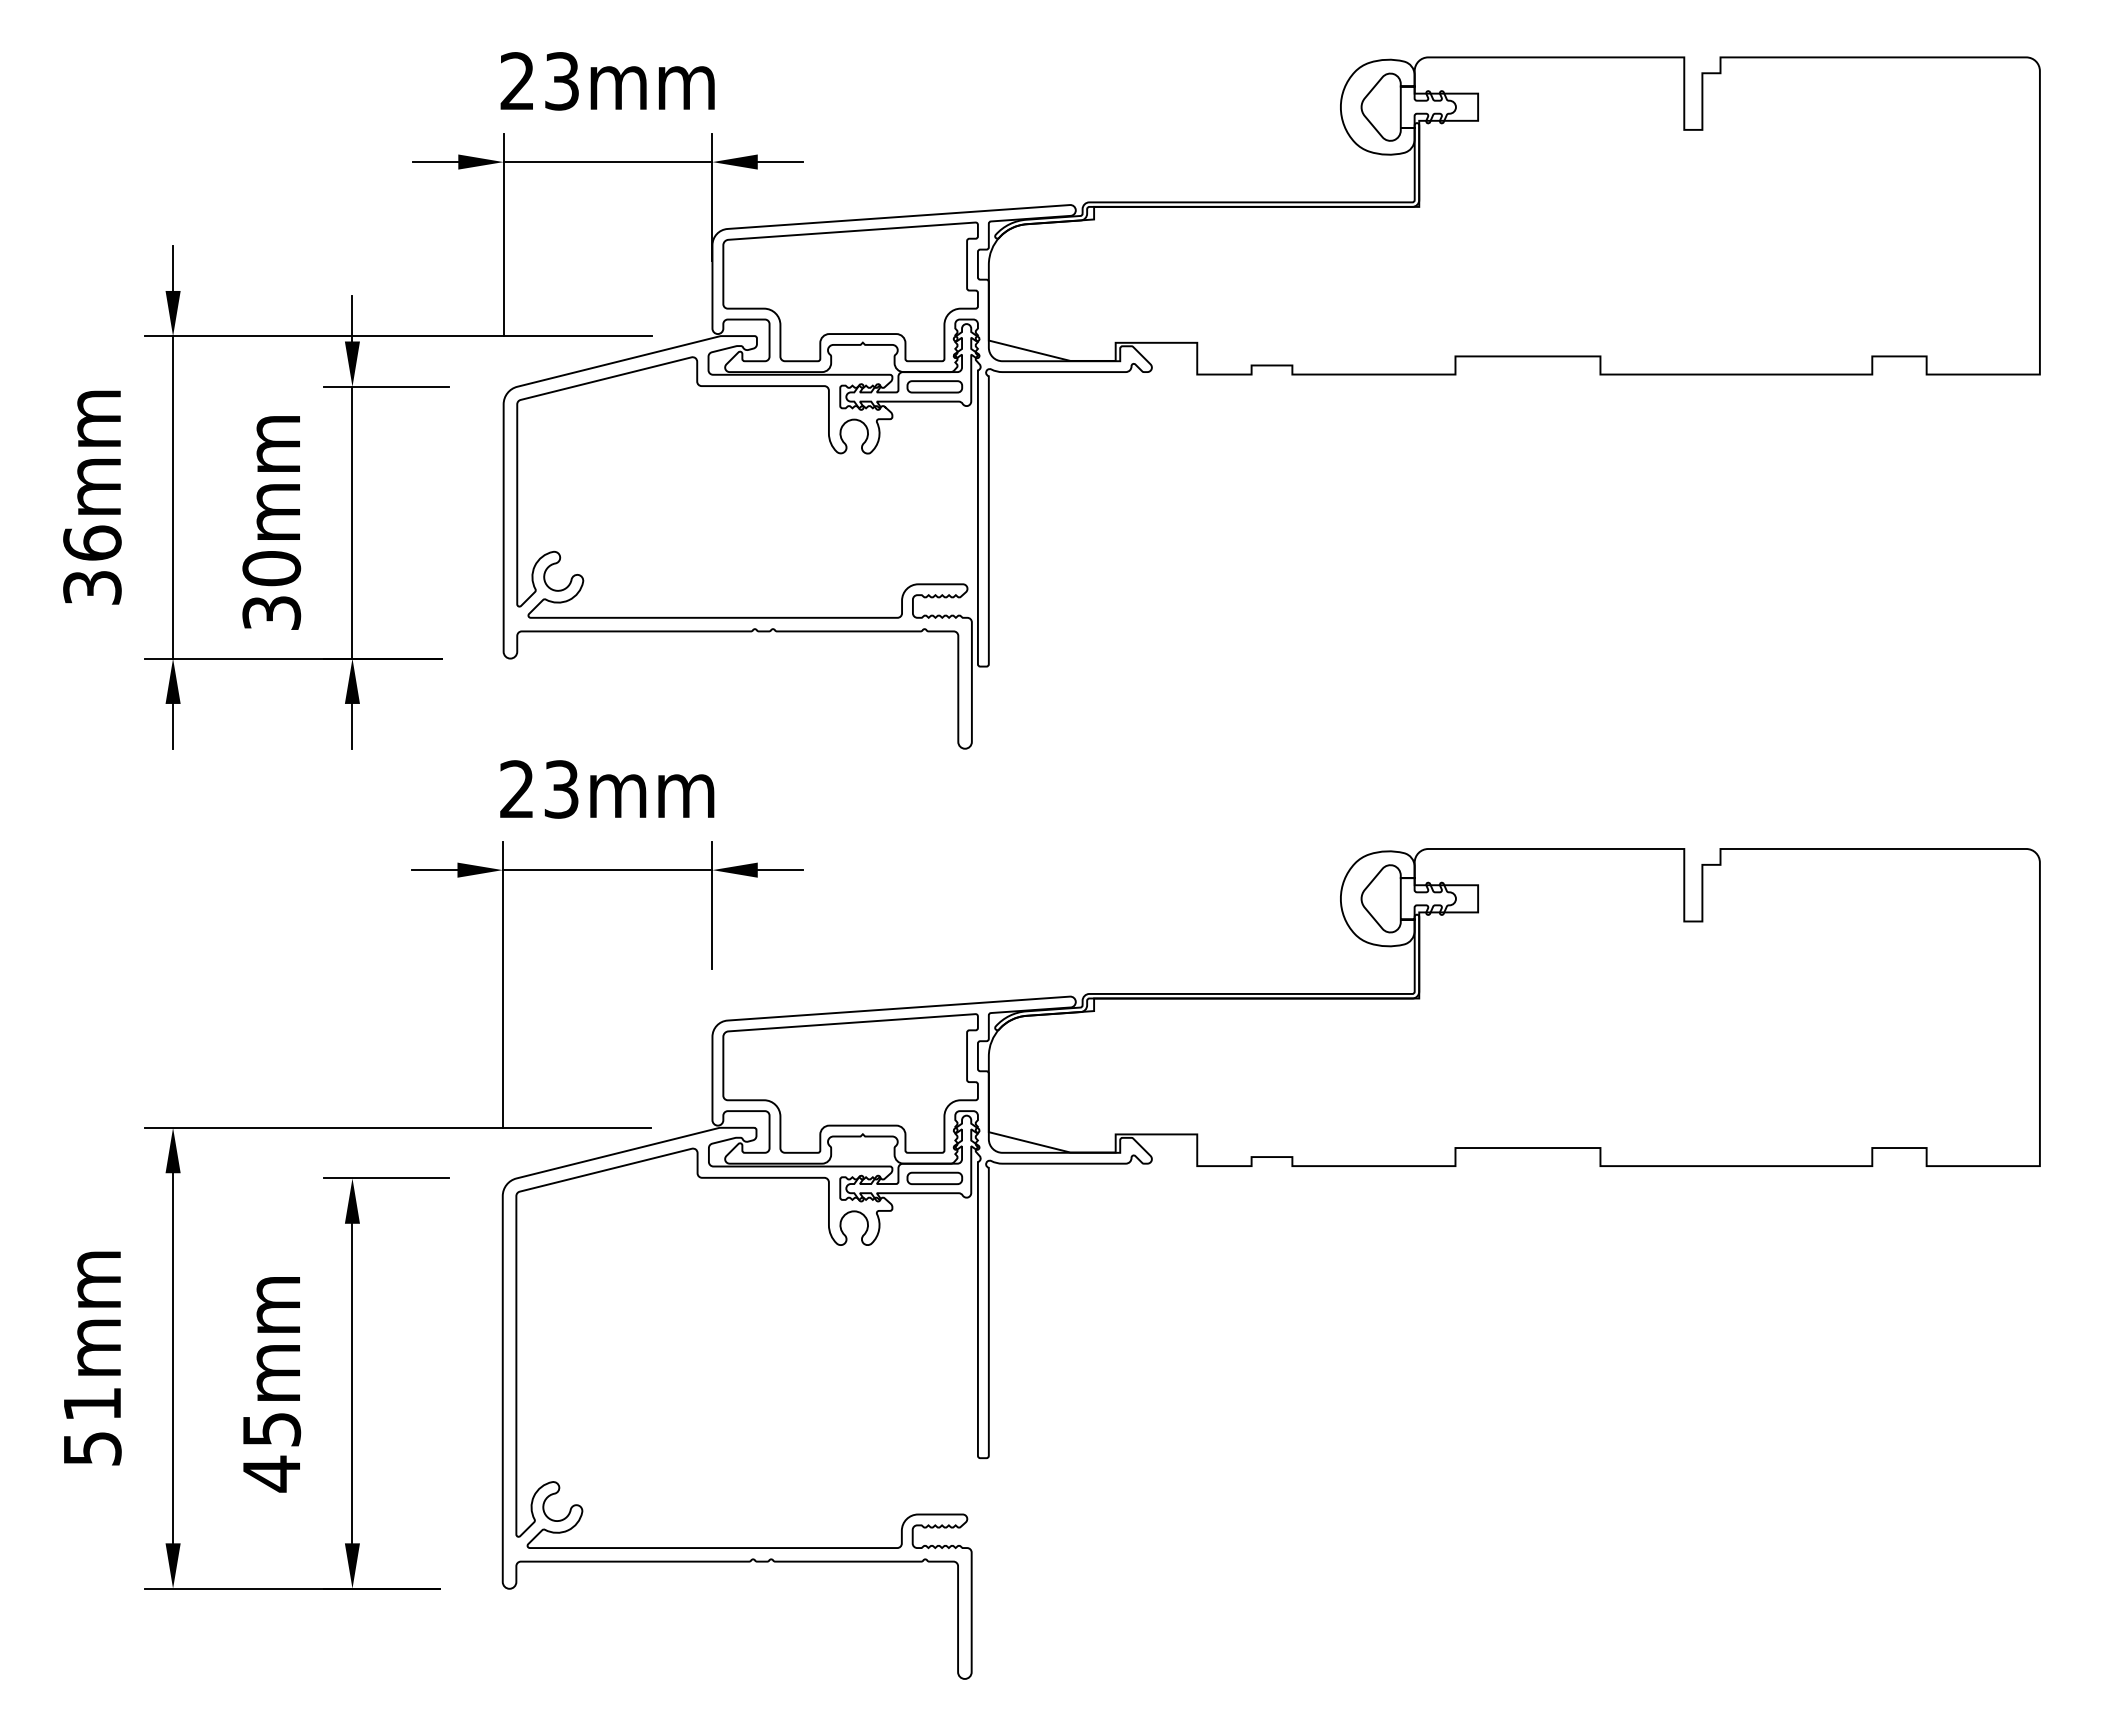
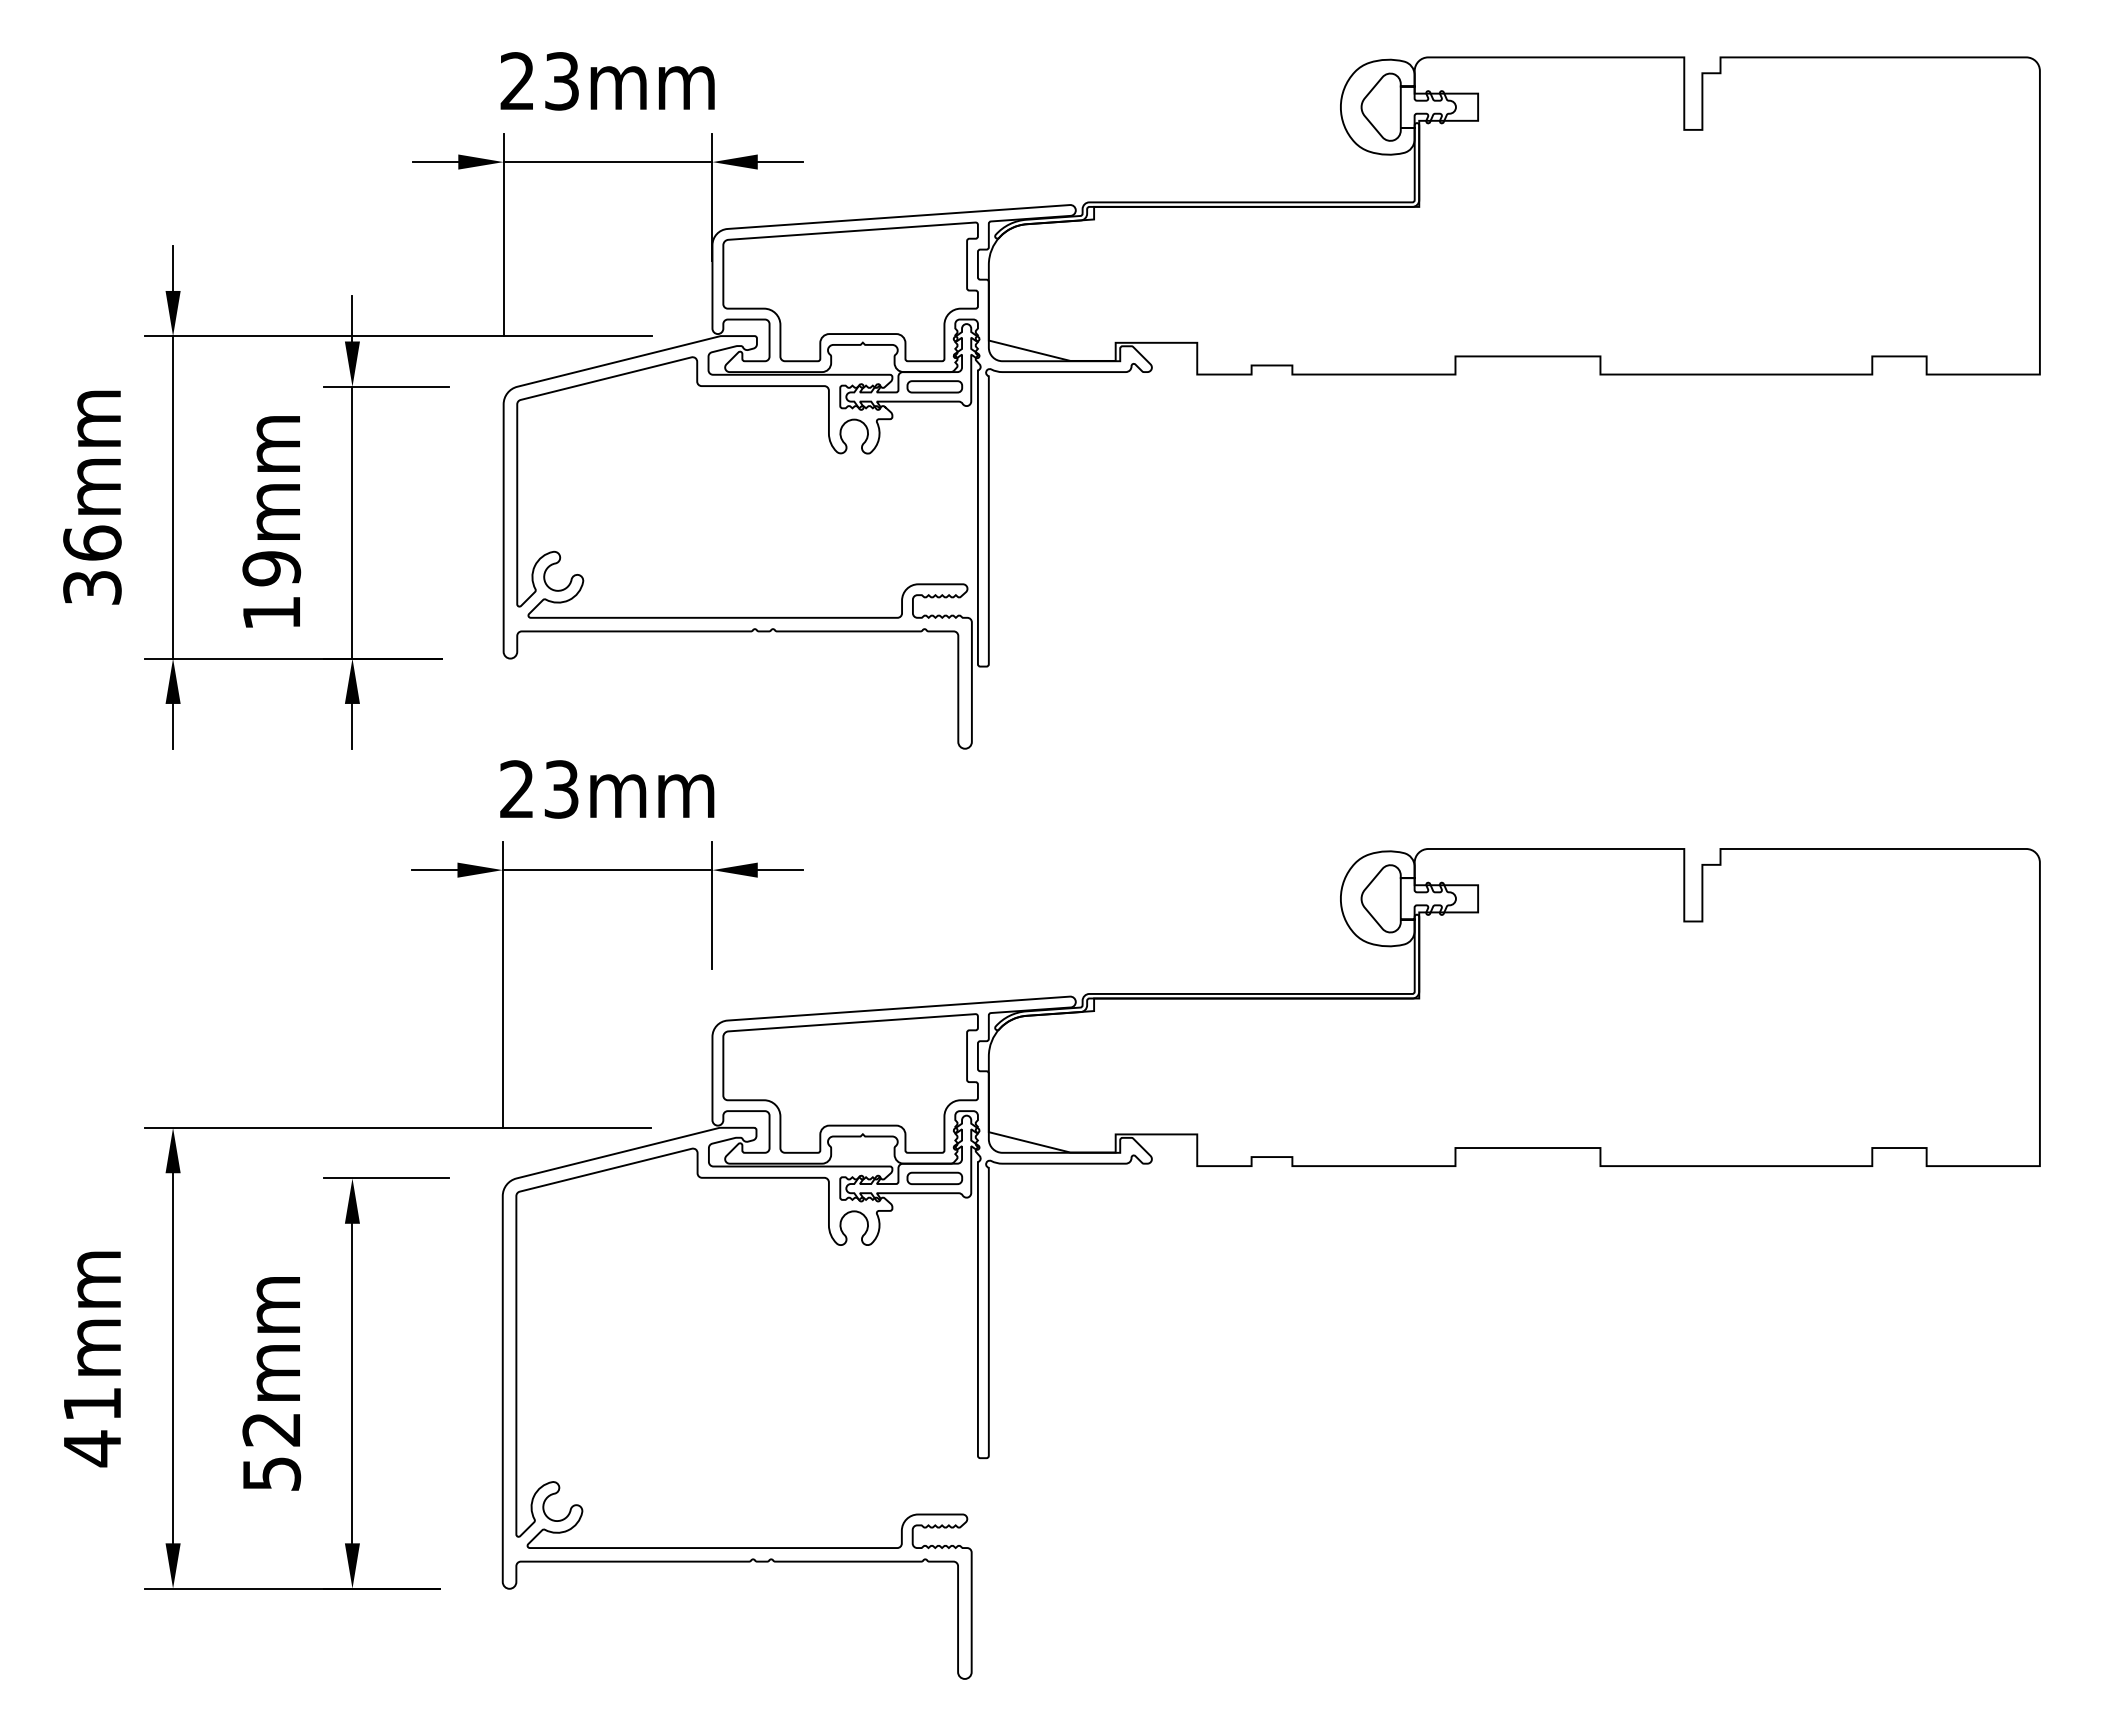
text at (271, 590): 30mm -> 19mm
text at (92, 1448): 51mm -> 41mm
text at (271, 1452): 45mm -> 52mm
